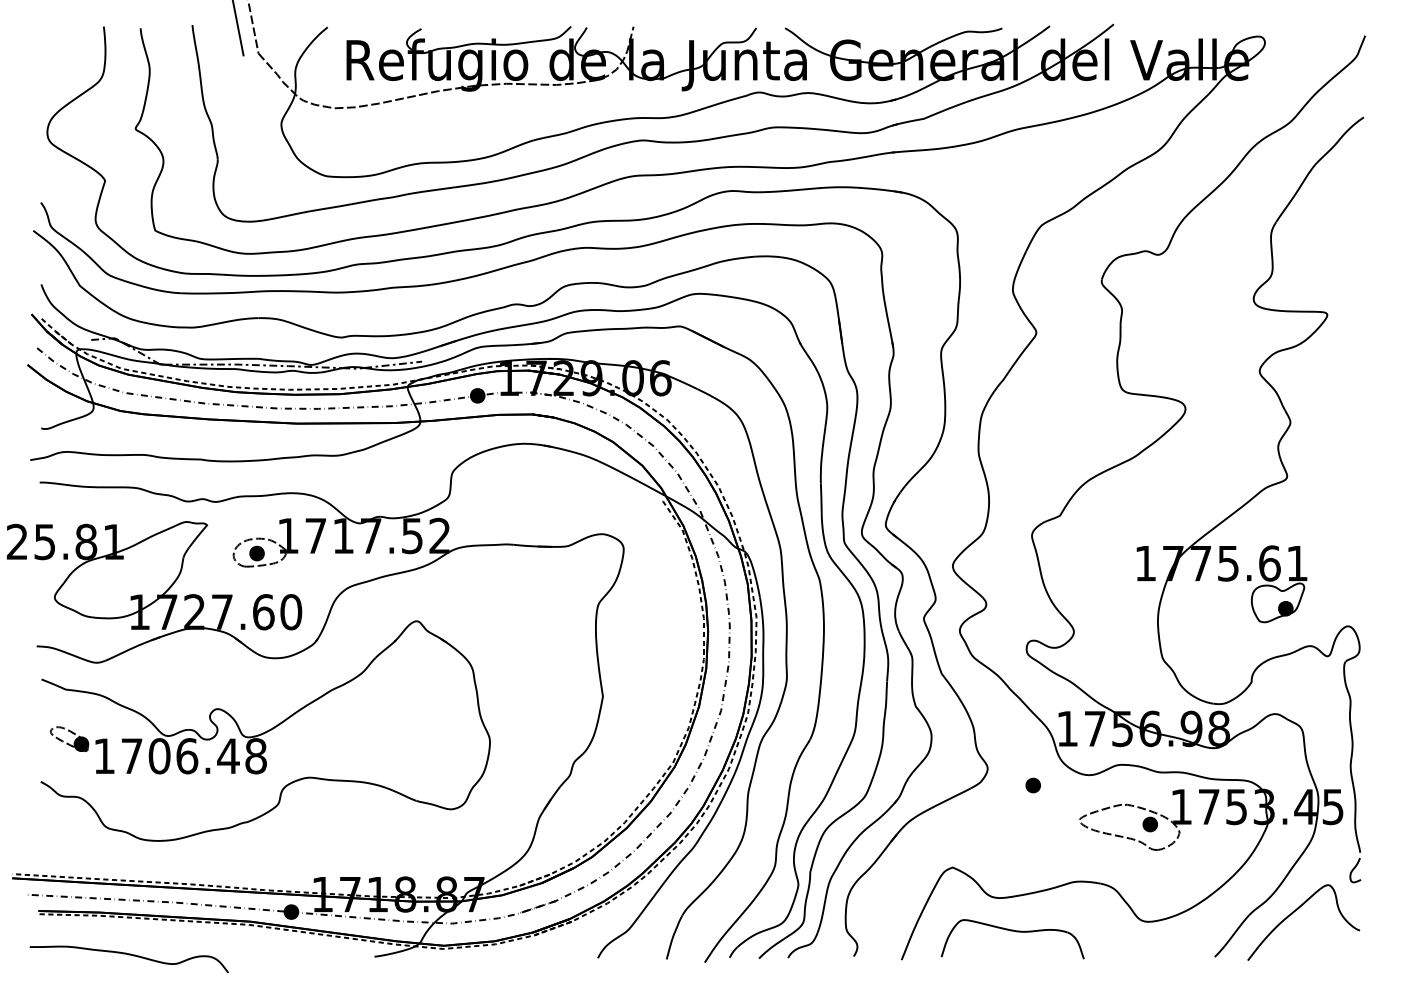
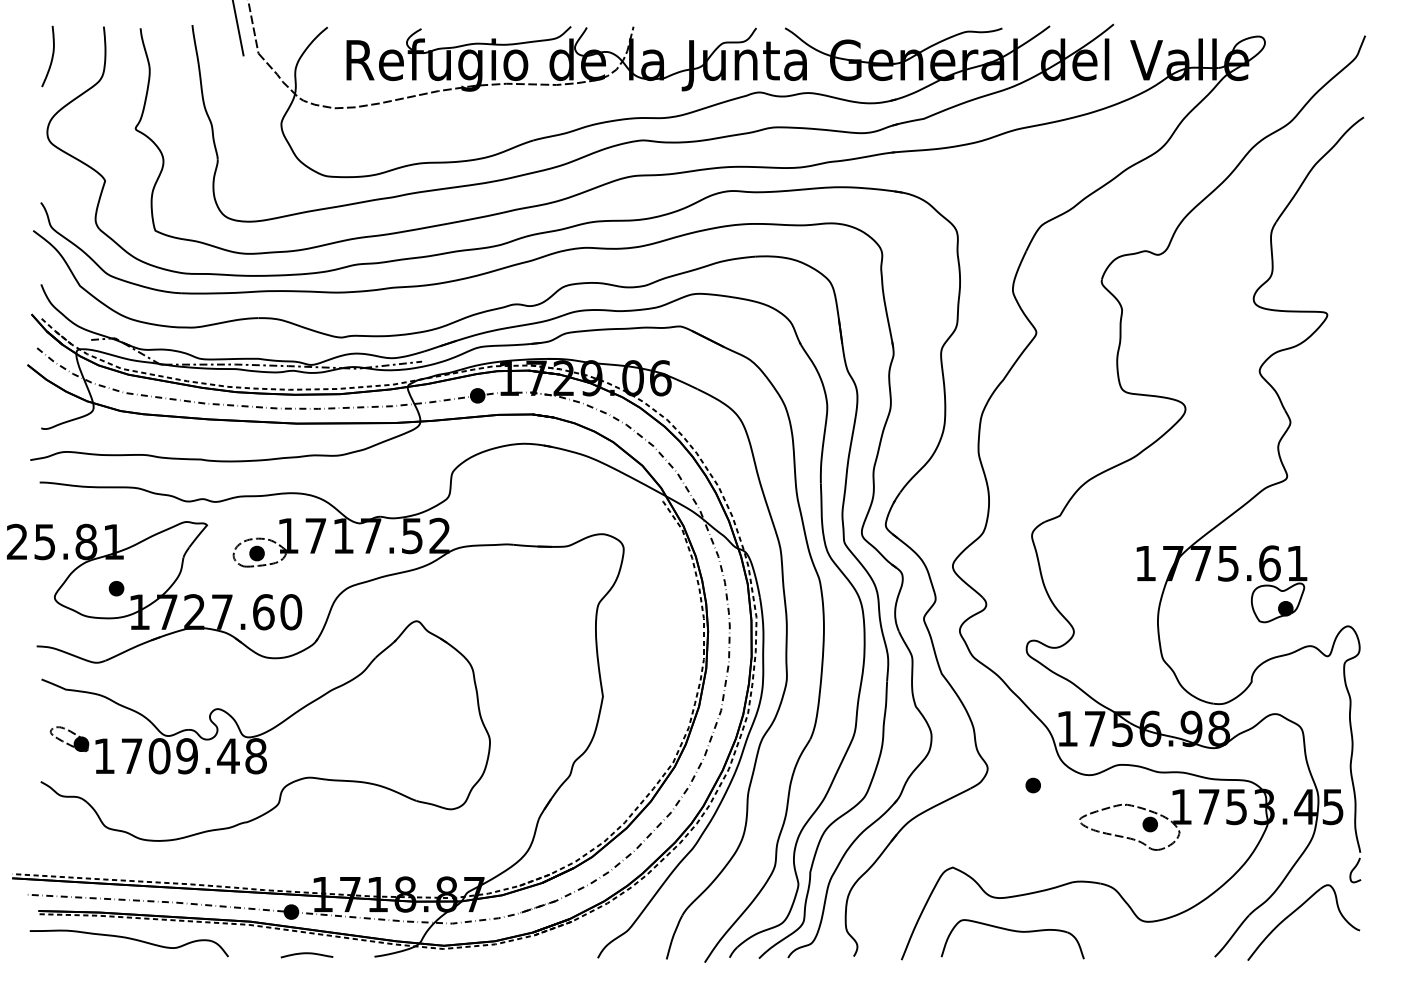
curve at (51, 56): none -> present
part at (116, 588): none -> present
text at (187, 756): 1706.48 -> 1709.48
curve at (306, 954): none -> present
part at (128, 959) position: (128, 959) -> (128, 943)
